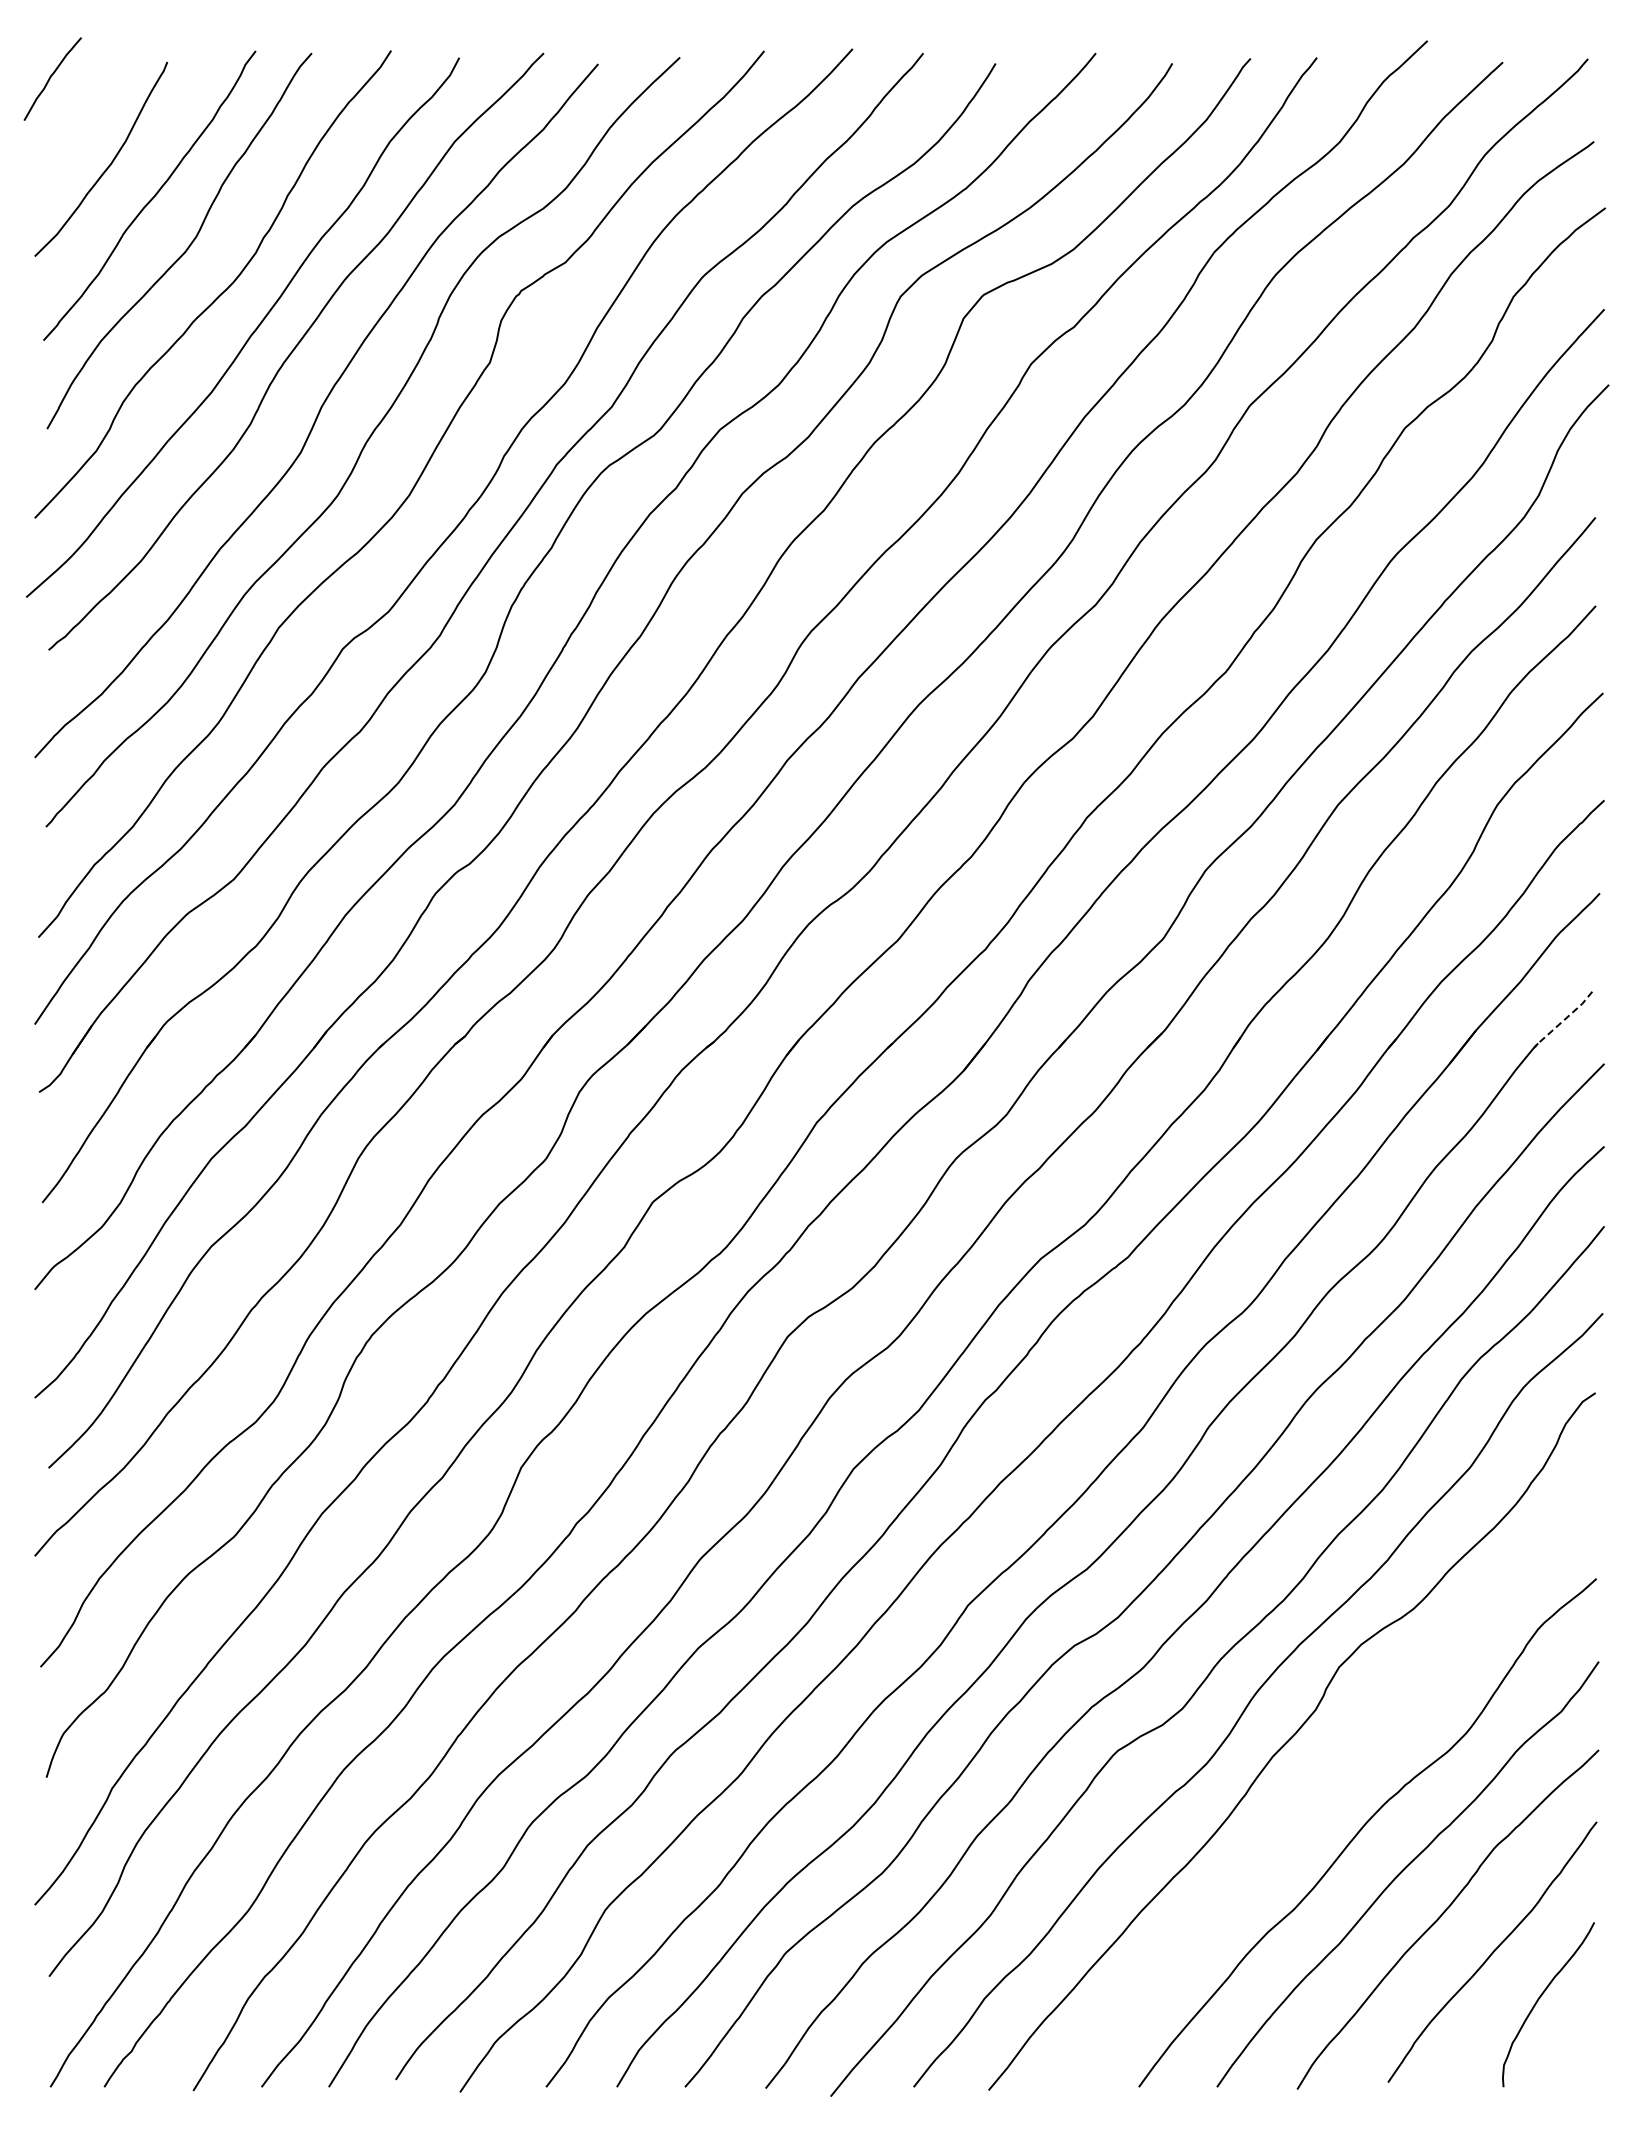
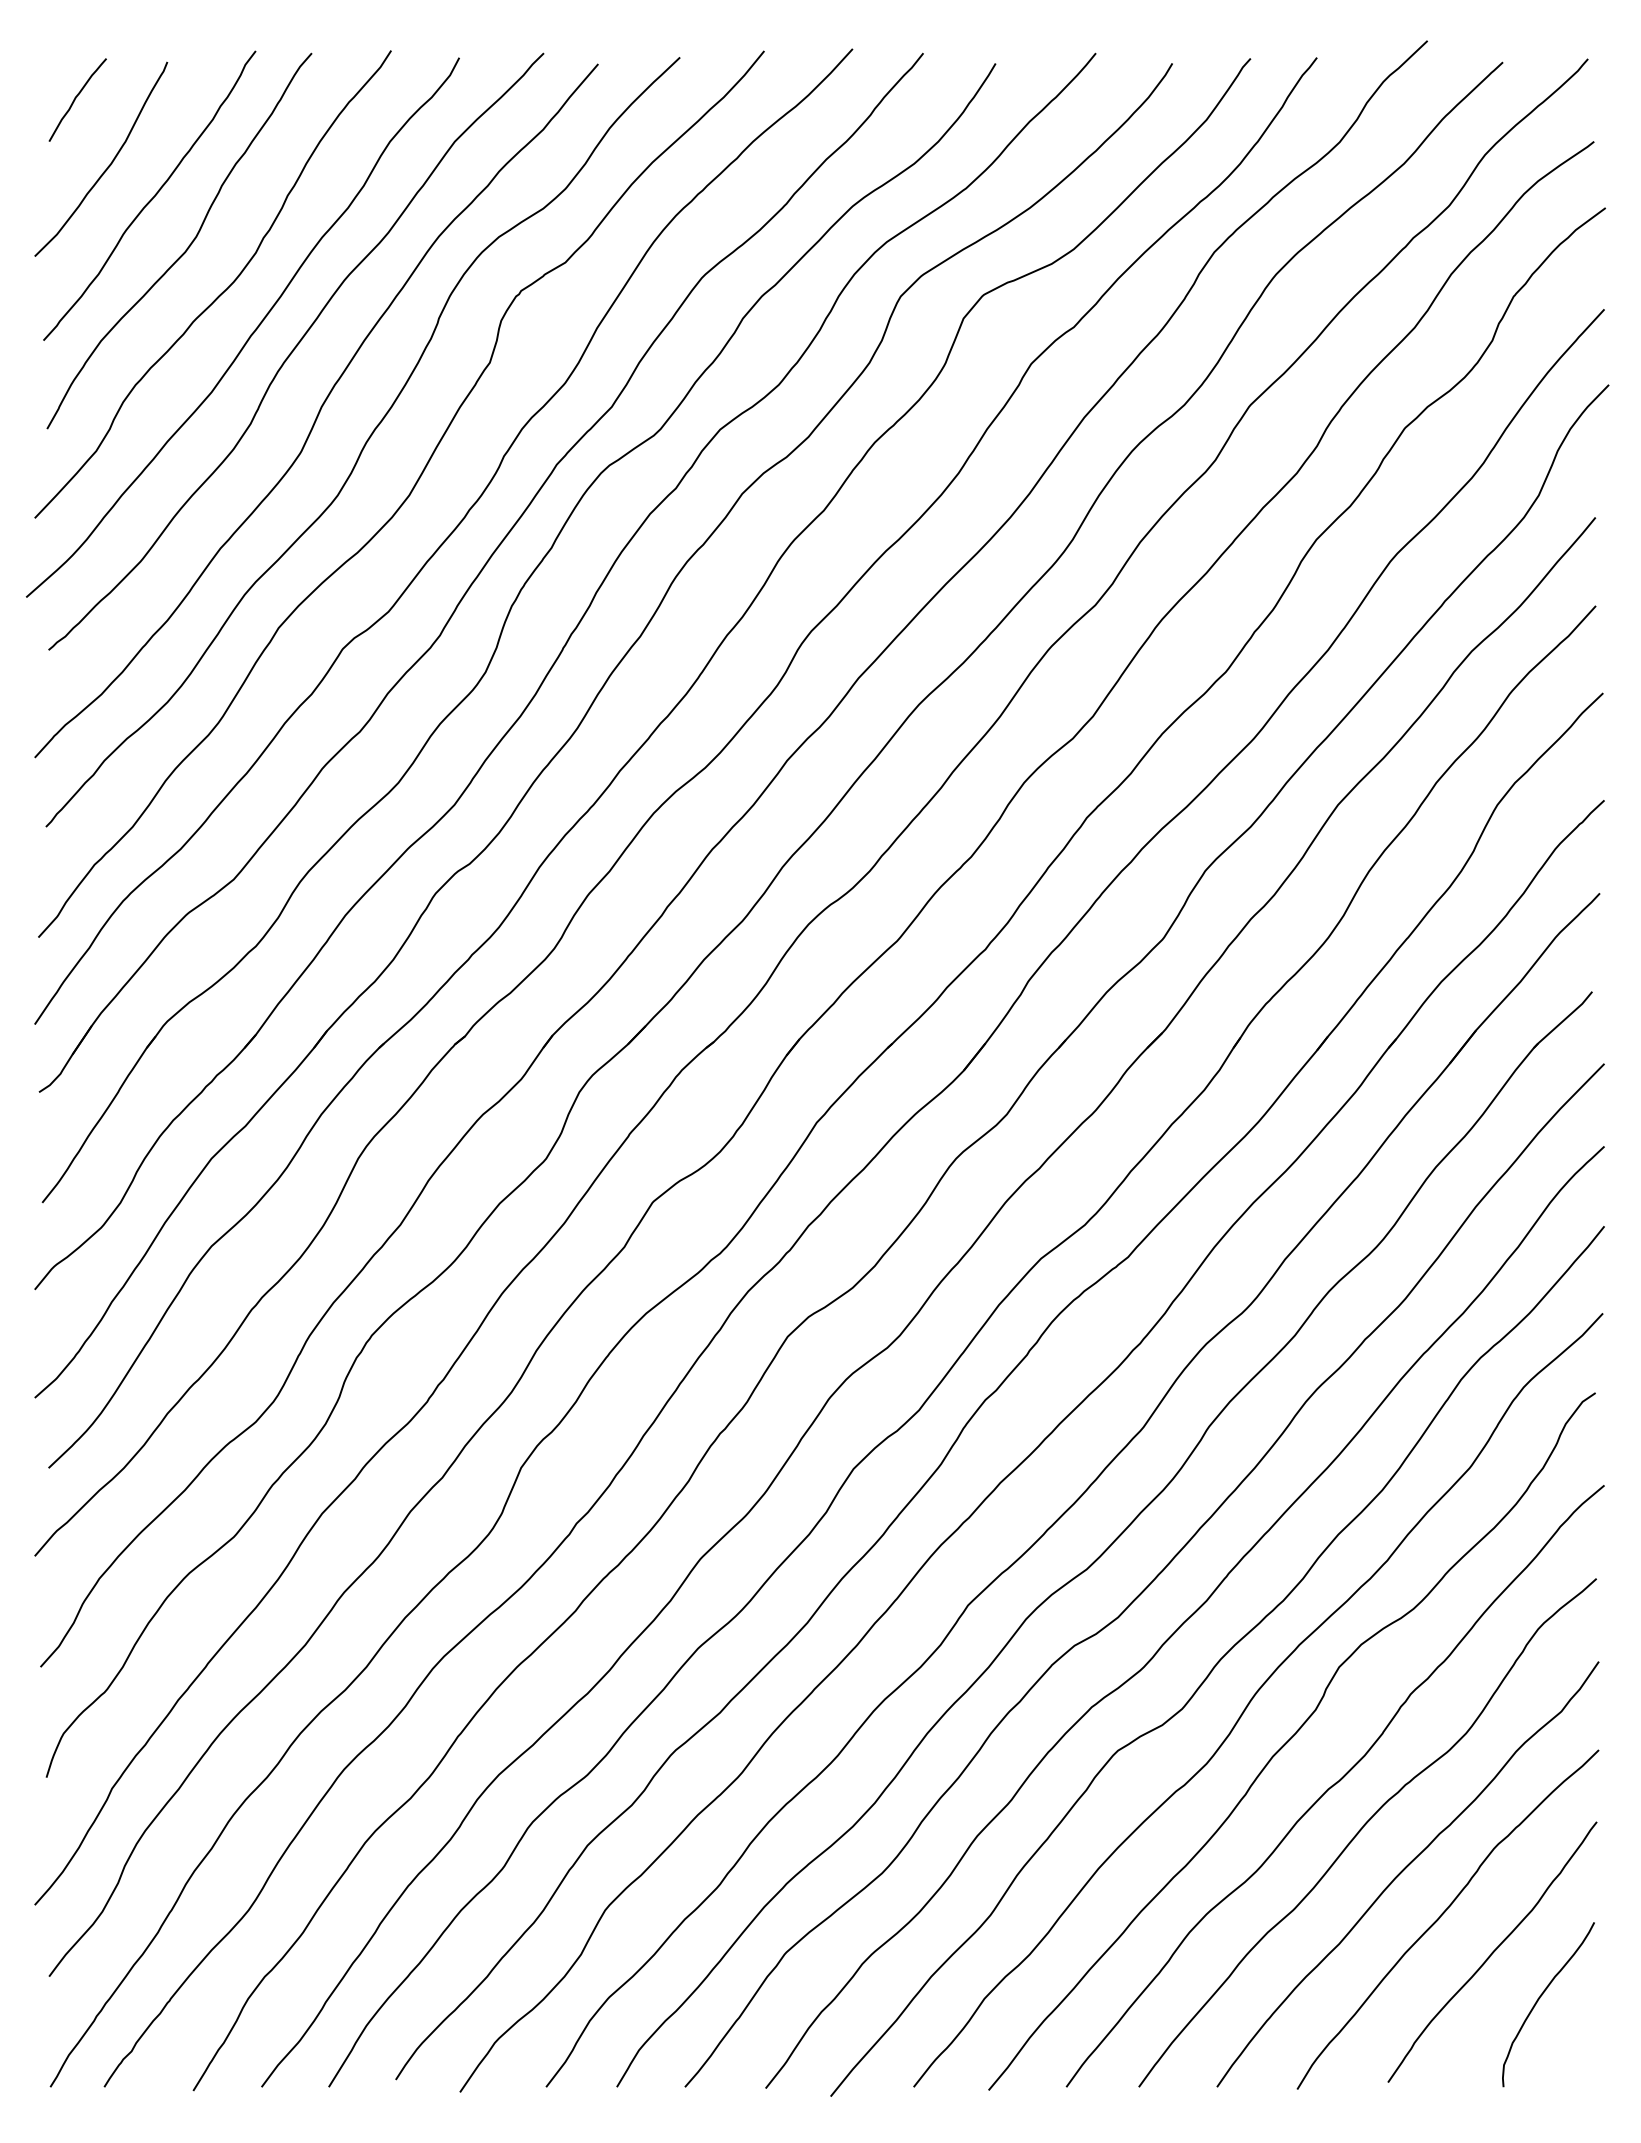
curve at (51, 77) position: (51, 77) -> (76, 98)
line at (1563, 1021): dashed -> solid
curve at (1334, 1785): none -> present
